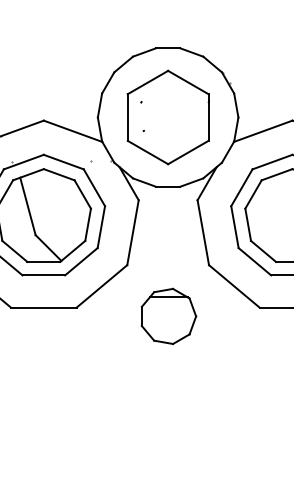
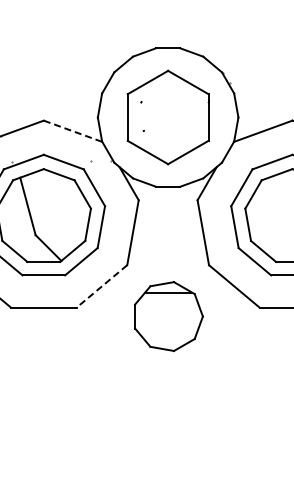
line at (73, 131): solid -> dashed
line at (102, 286): solid -> dashed
part at (168, 315) size: 58x58 px -> 70x71 px
